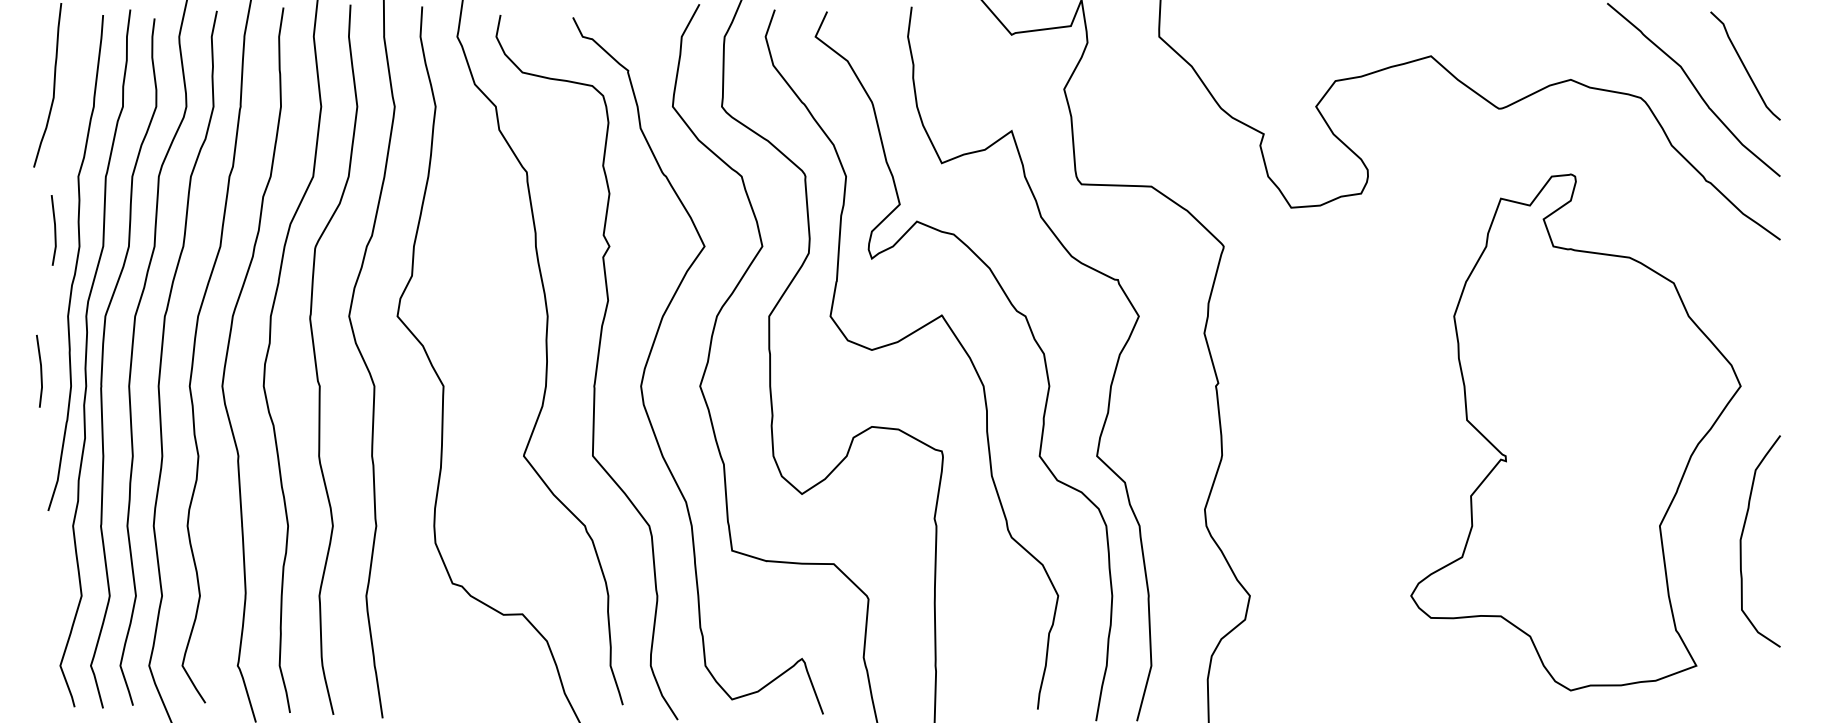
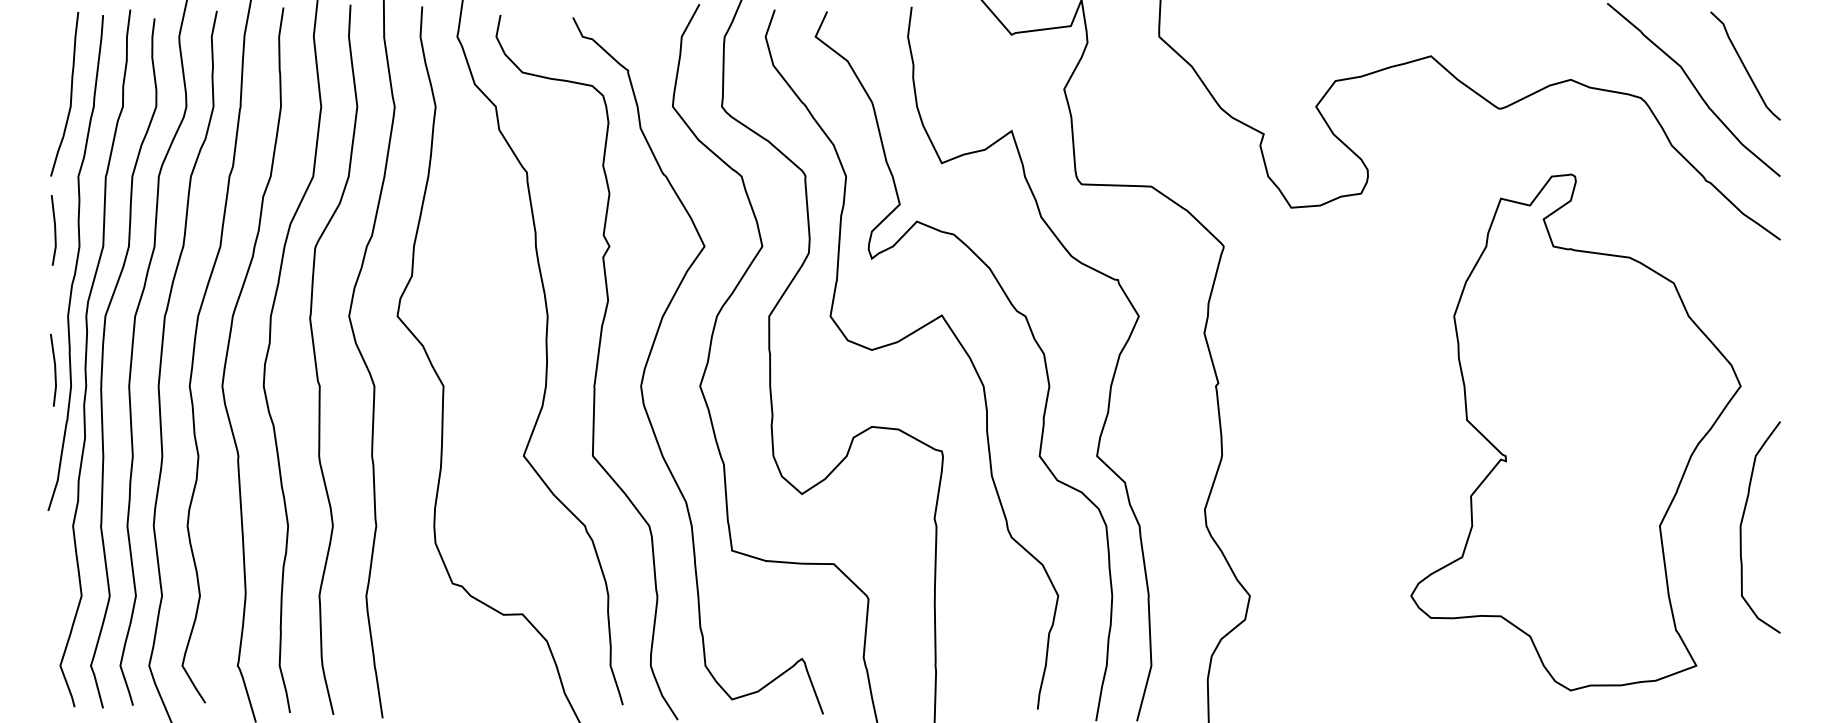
curve at (53, 85) position: (53, 85) -> (70, 94)
line at (40, 370) position: (40, 370) -> (54, 369)
curve at (1742, 537) position: (1742, 537) -> (1742, 523)
